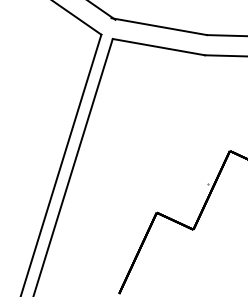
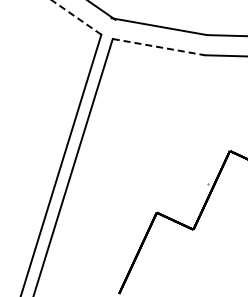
line at (76, 17): solid -> dashed
line at (158, 47): solid -> dashed
